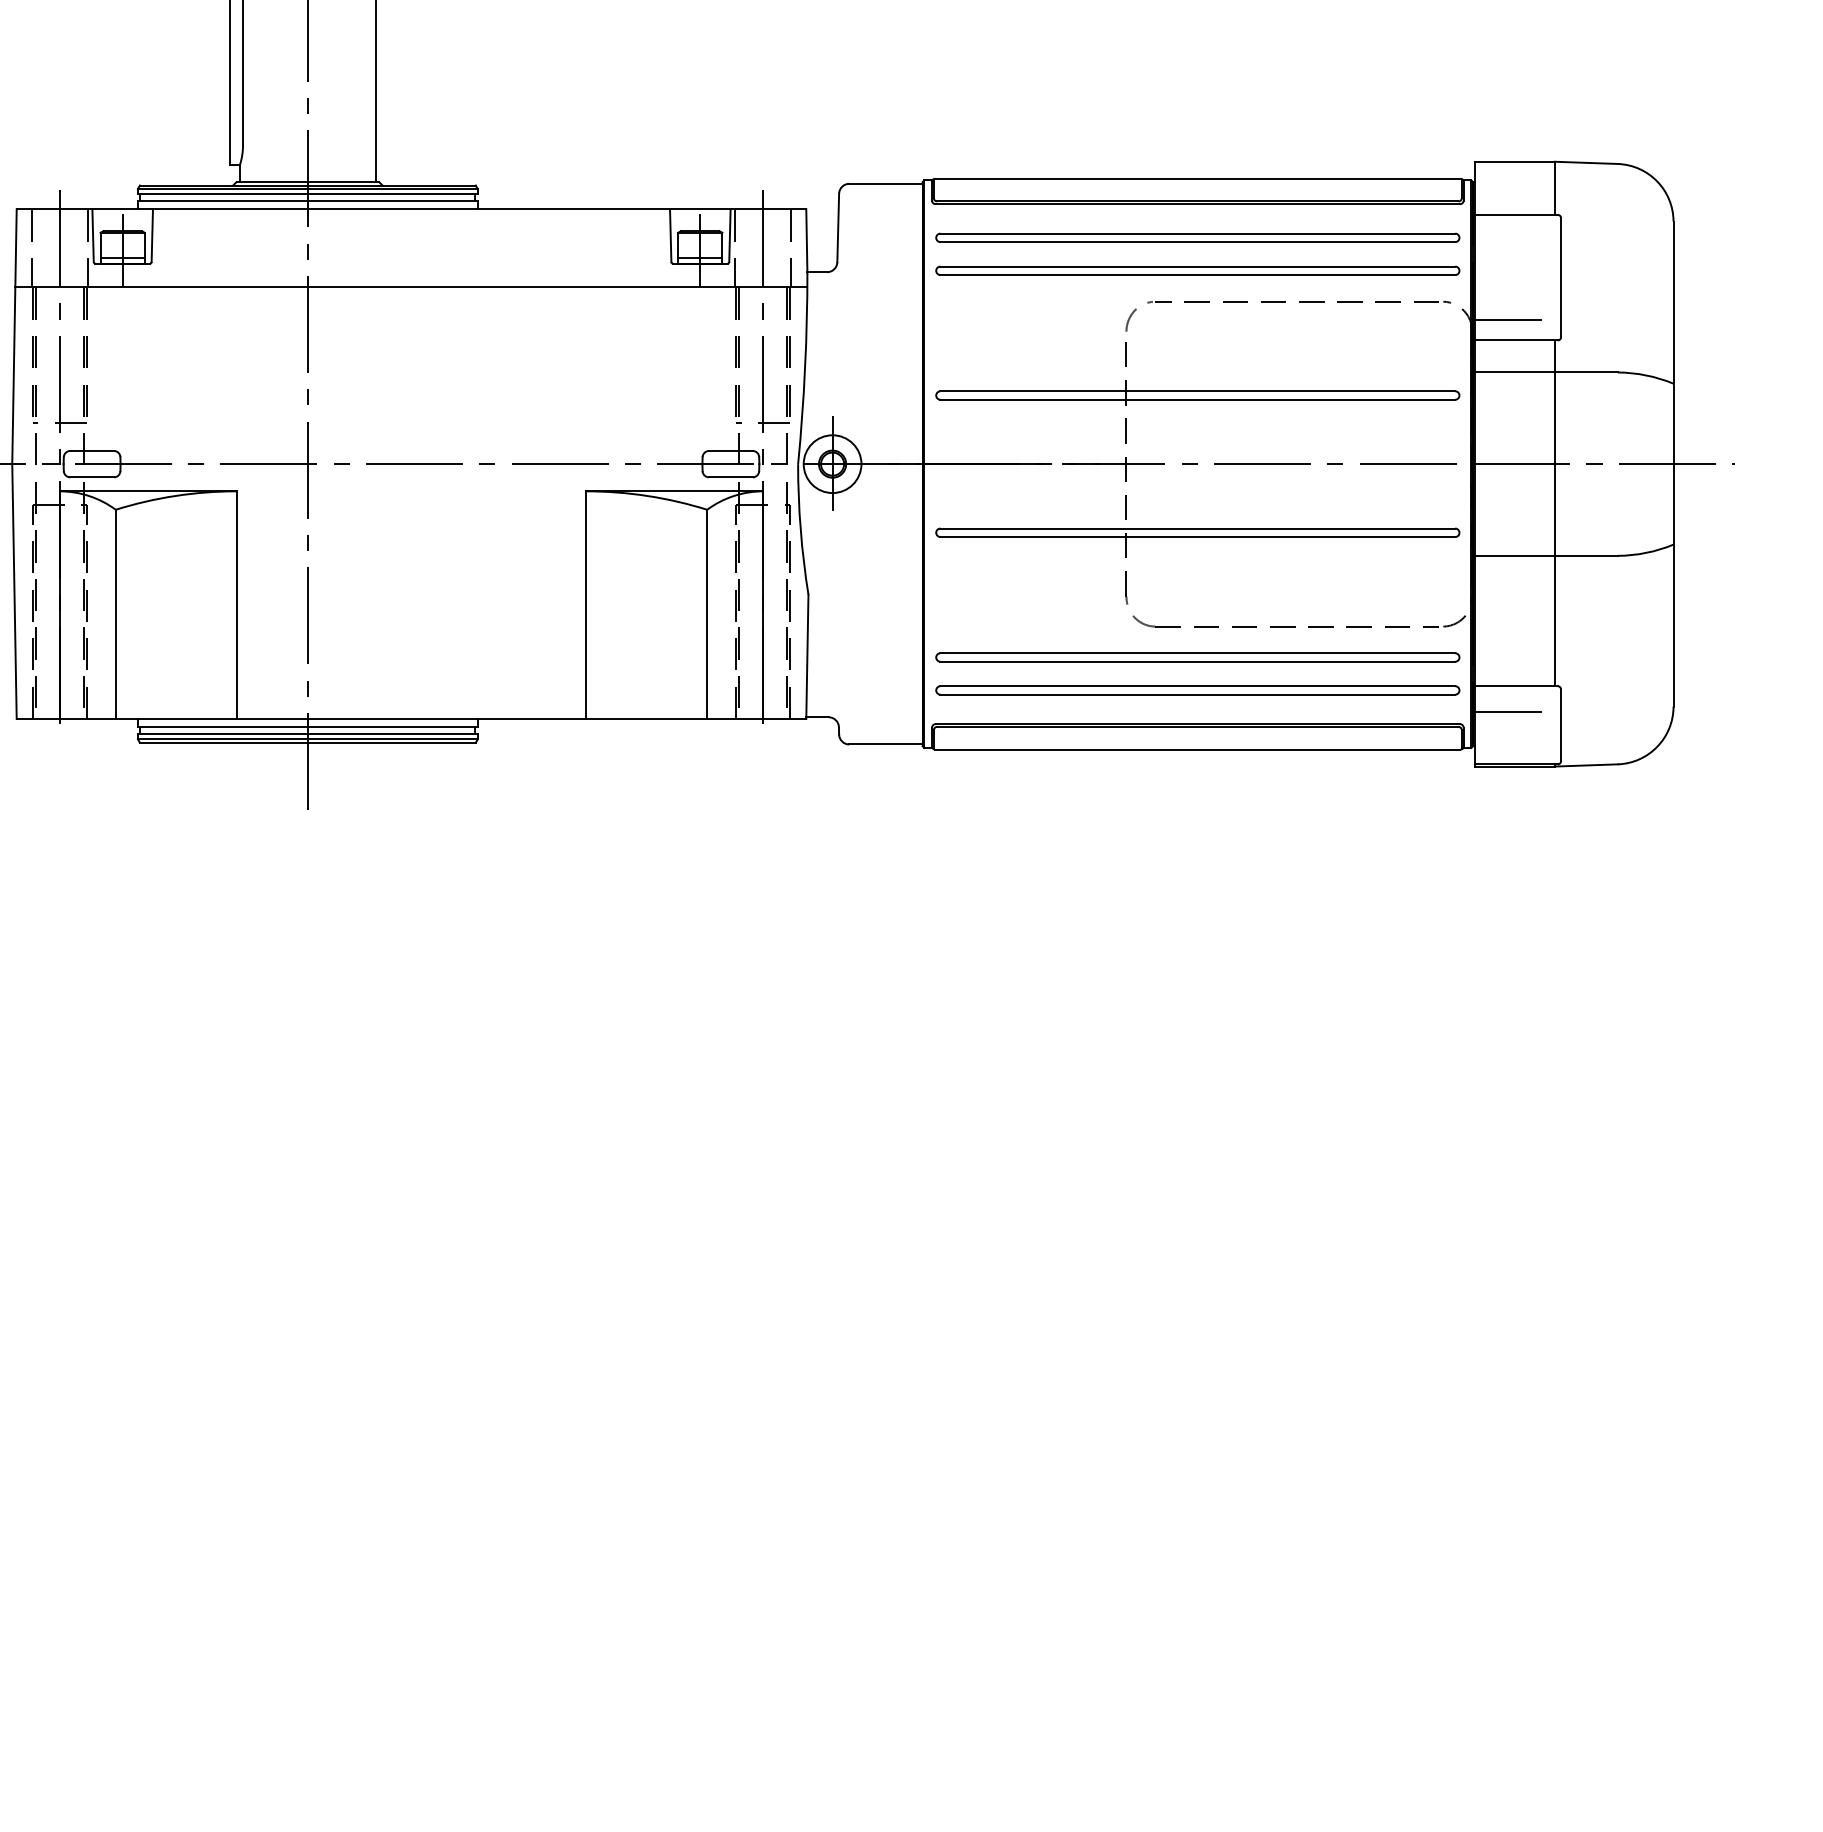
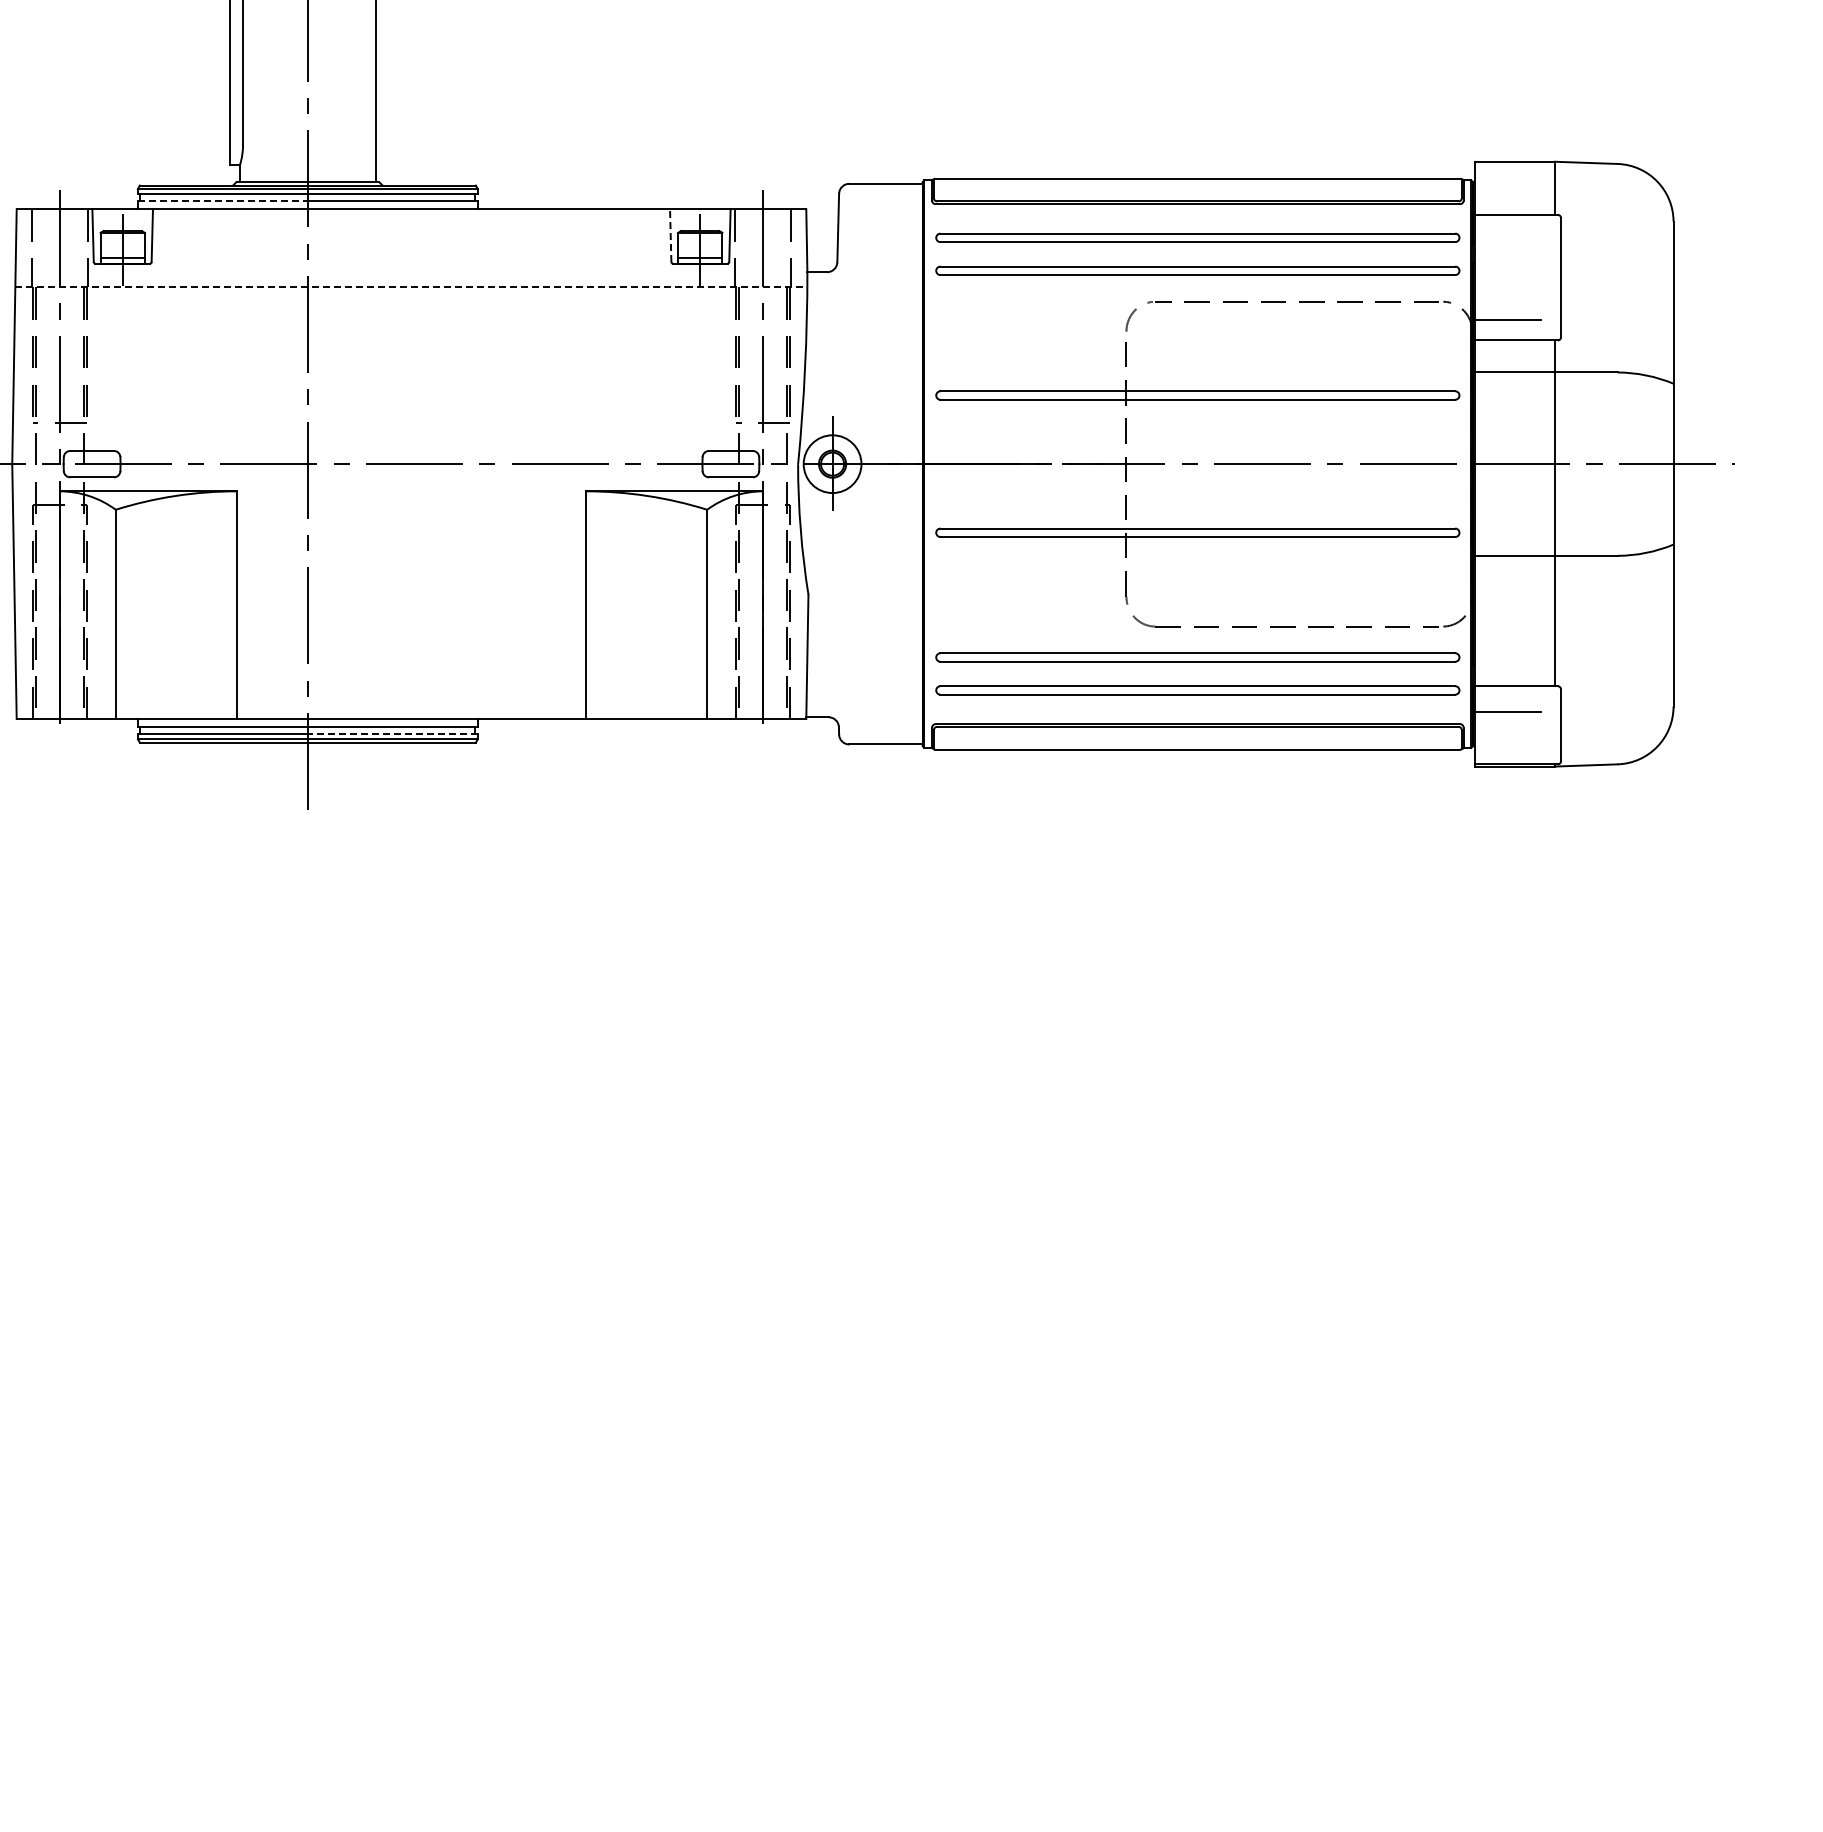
line at (222, 200): solid -> dashed
line at (670, 235): solid -> dashed
line at (411, 287): solid -> dashed
line at (392, 734): solid -> dashed
